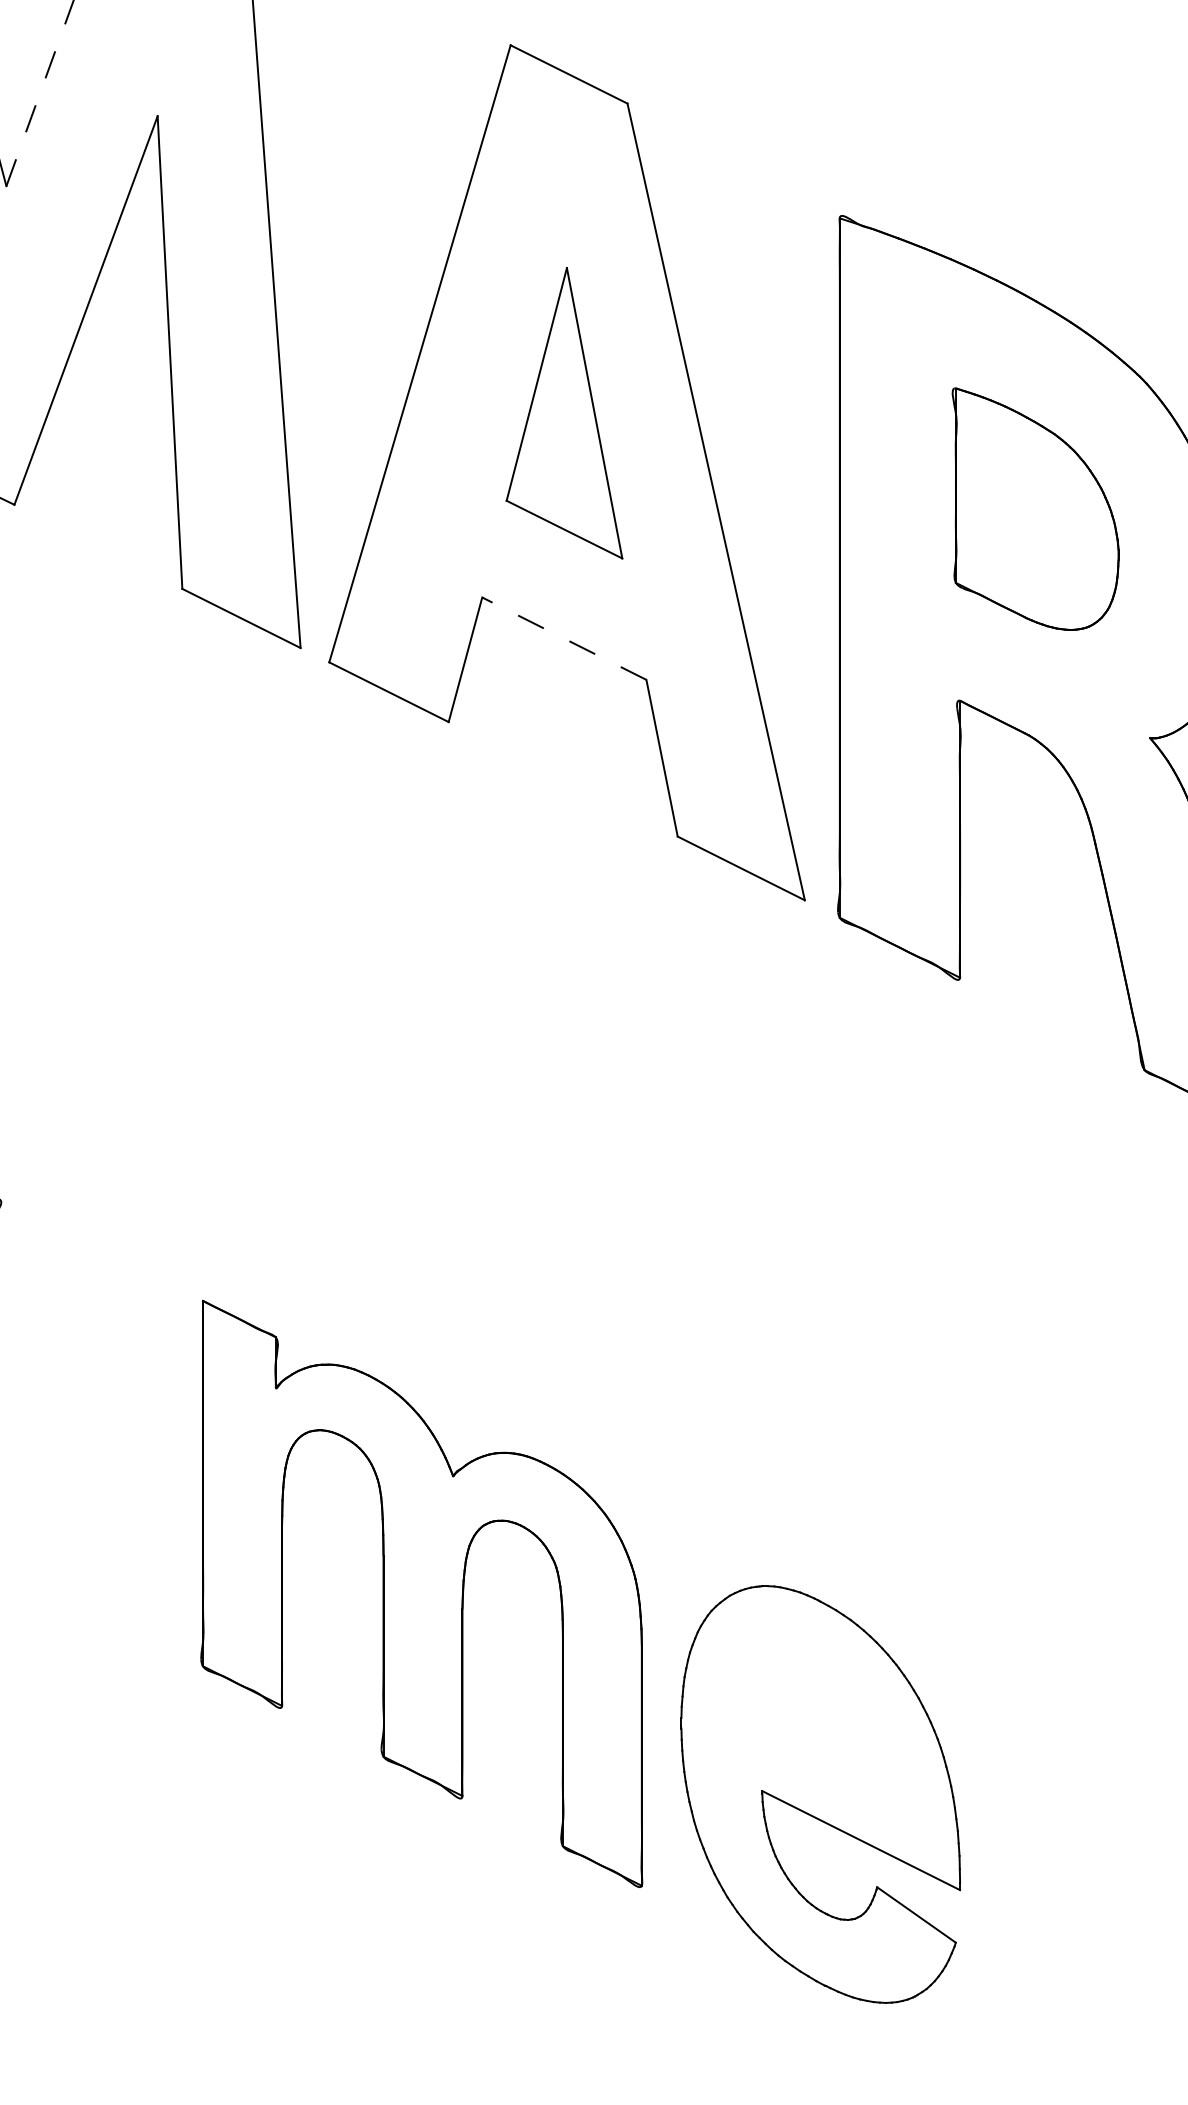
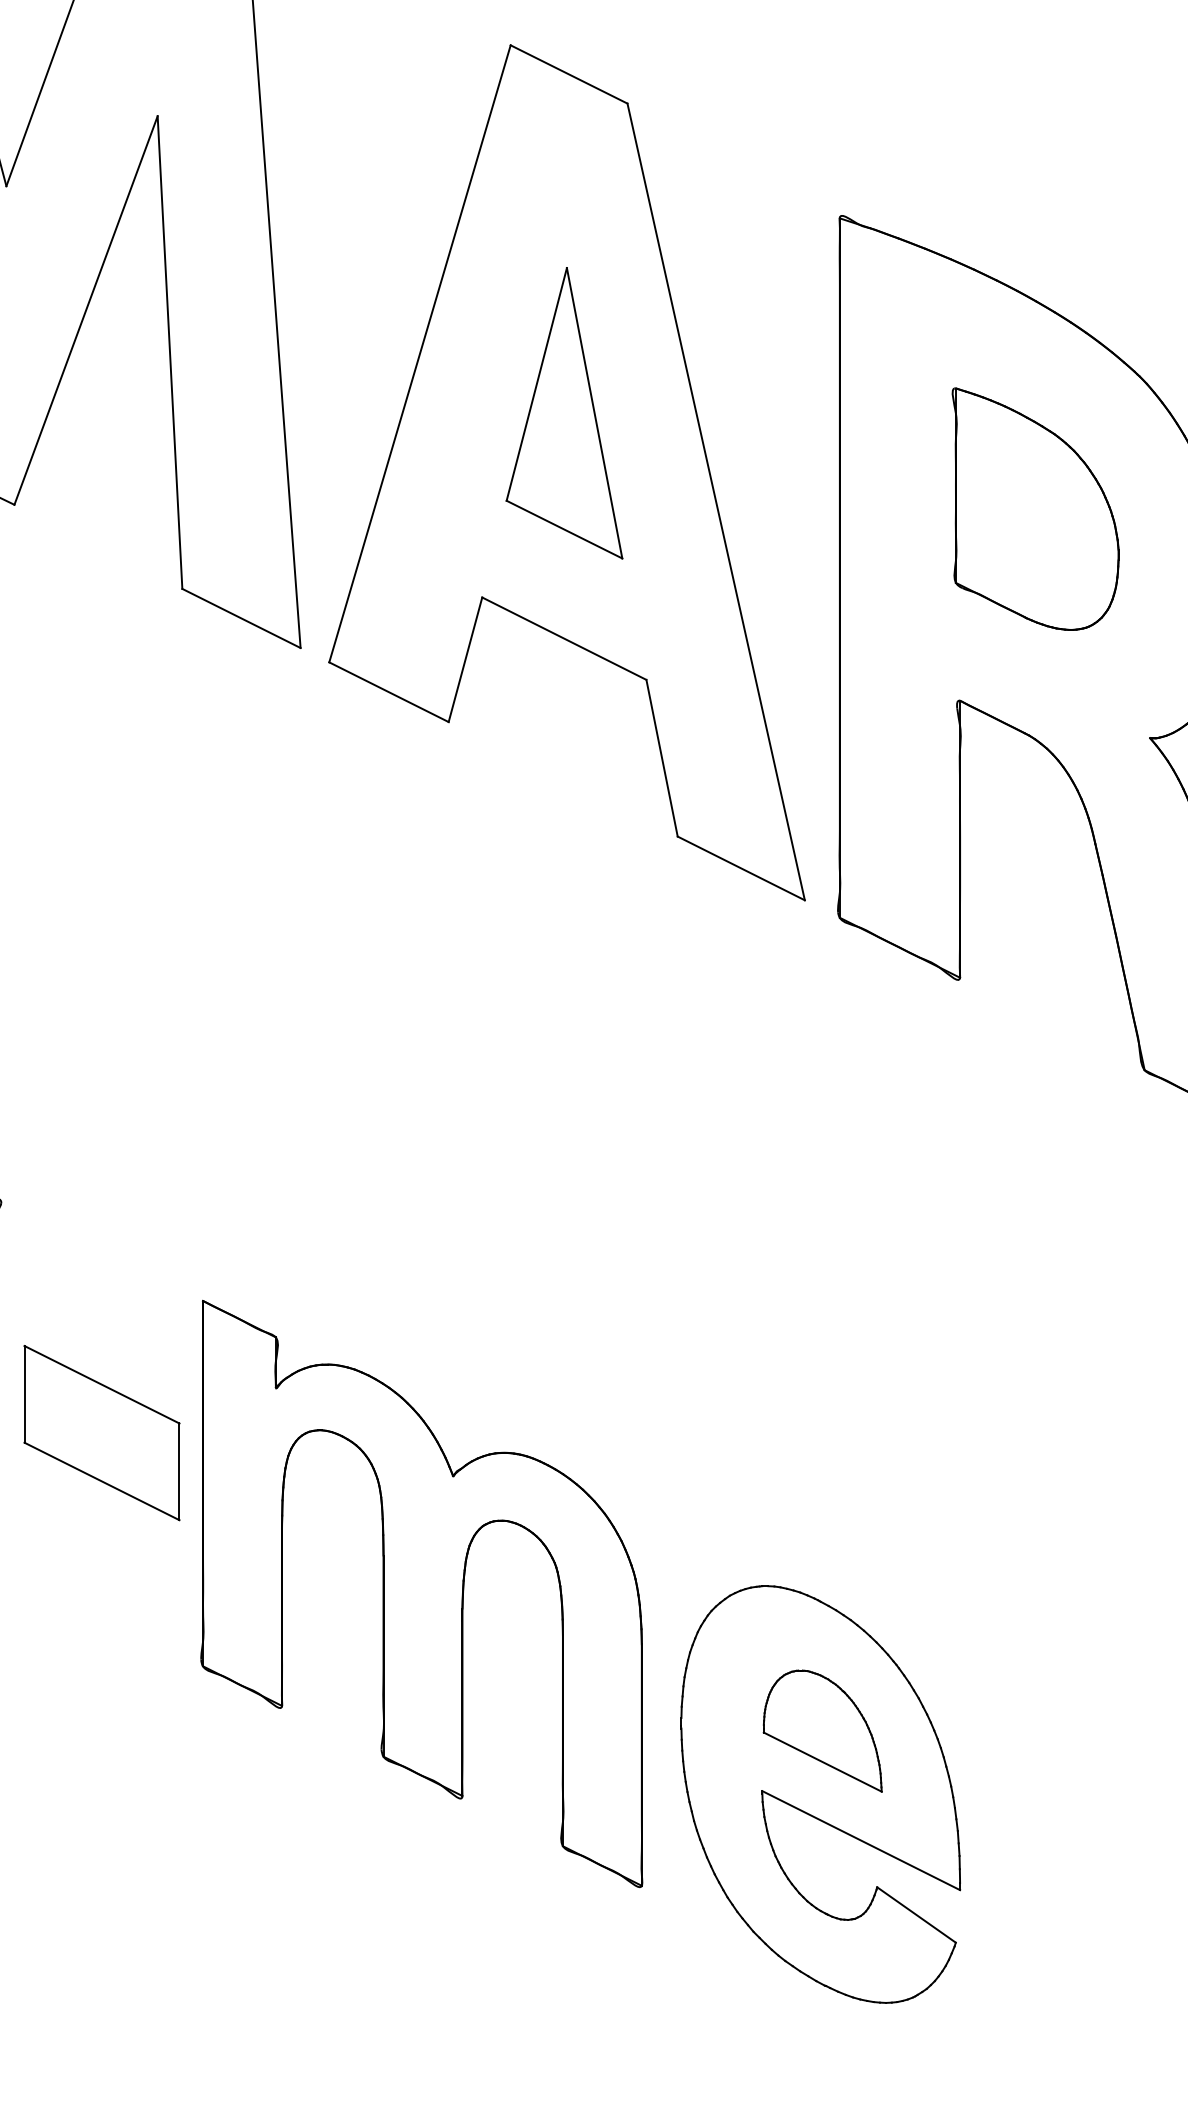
line at (40, 93): dashed -> solid
line at (564, 638): dashed -> solid
part at (101, 1433): none -> present
part at (822, 1730): none -> present
